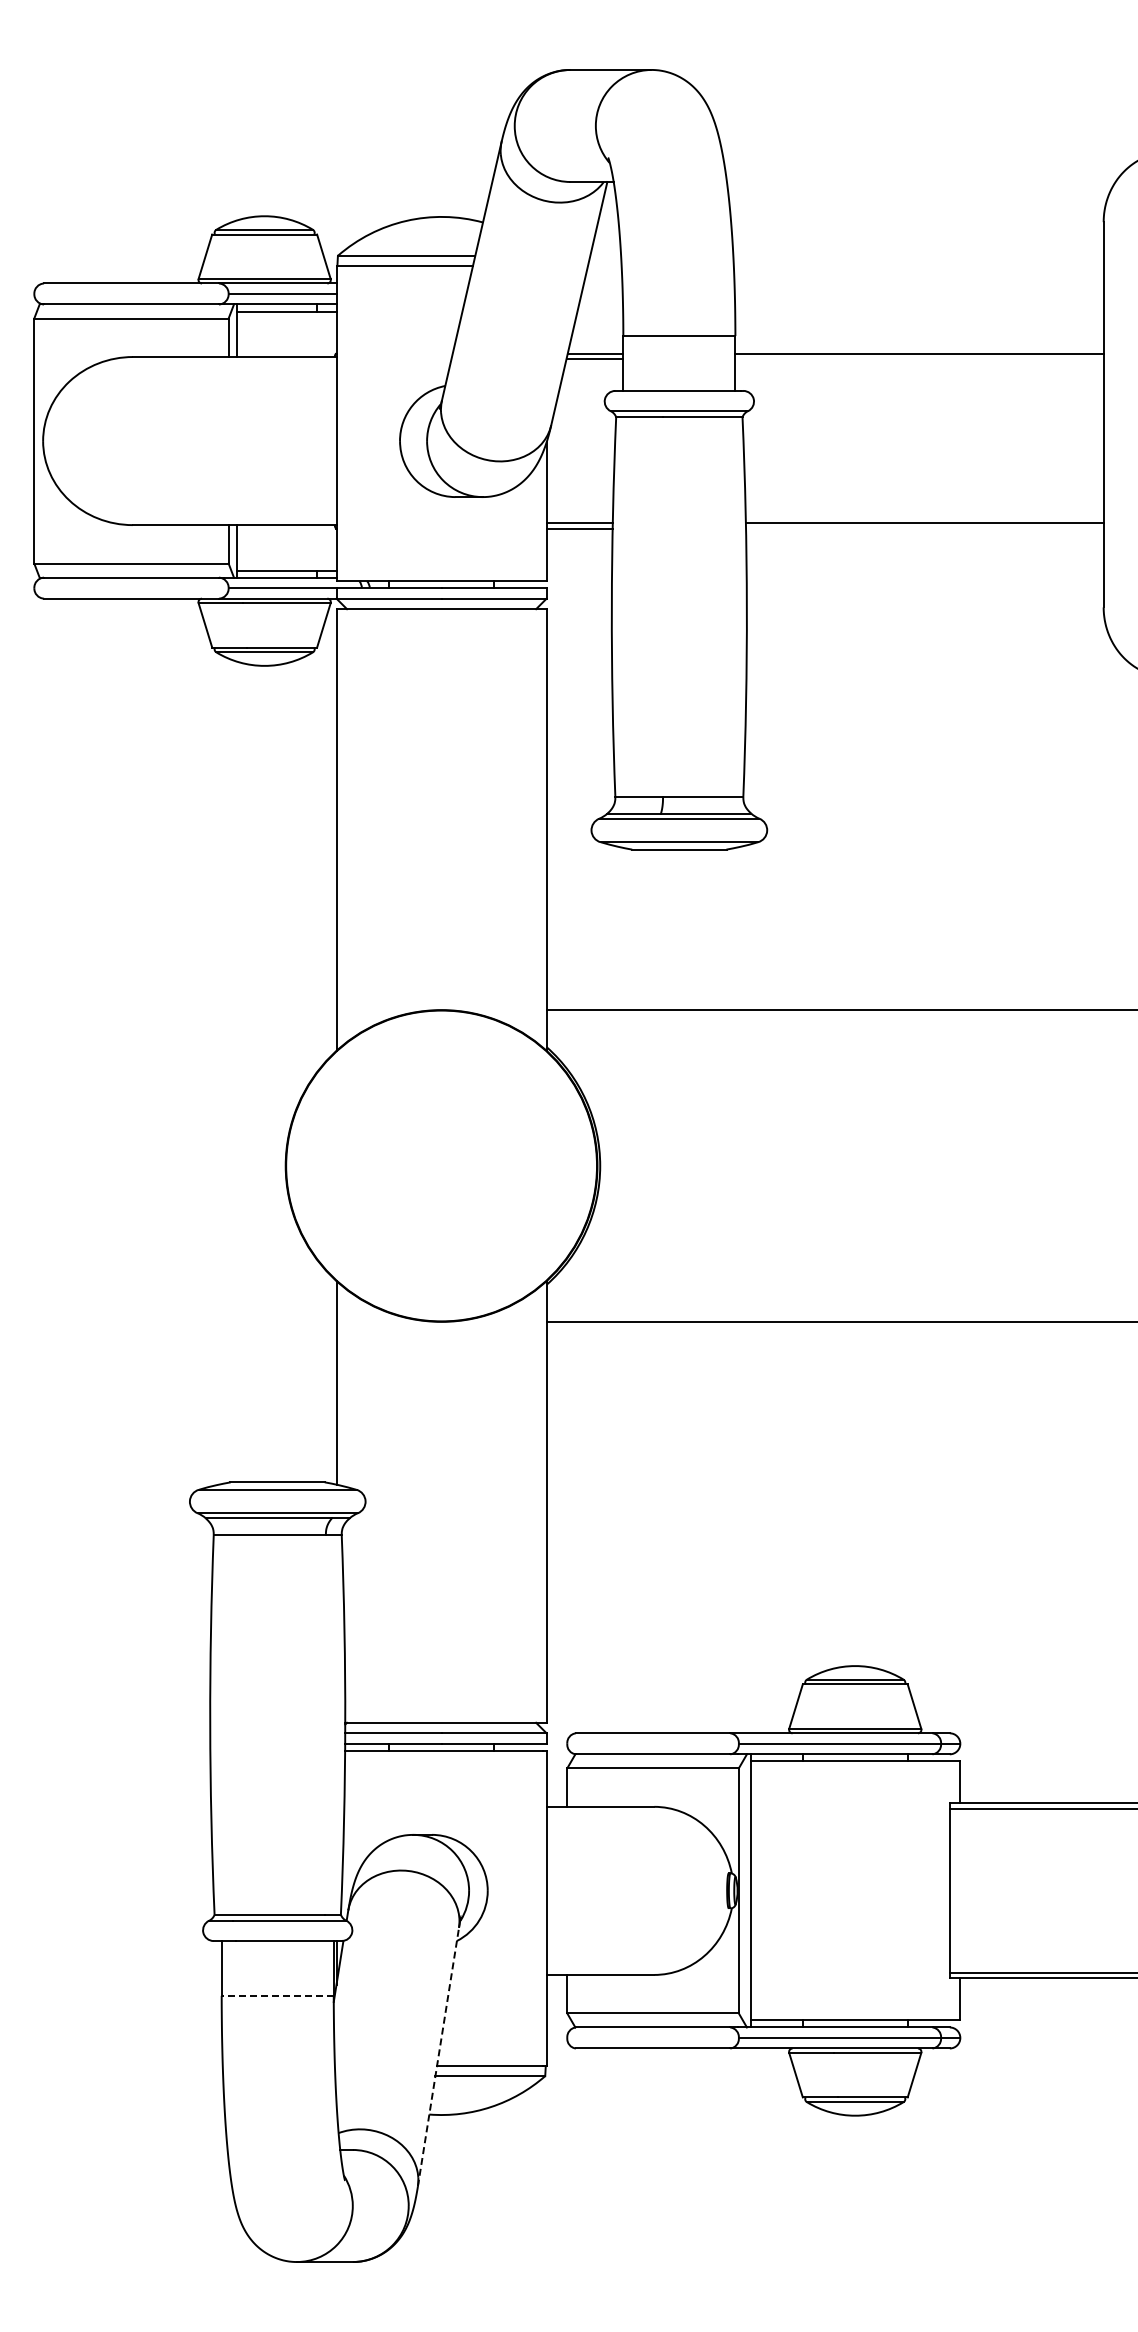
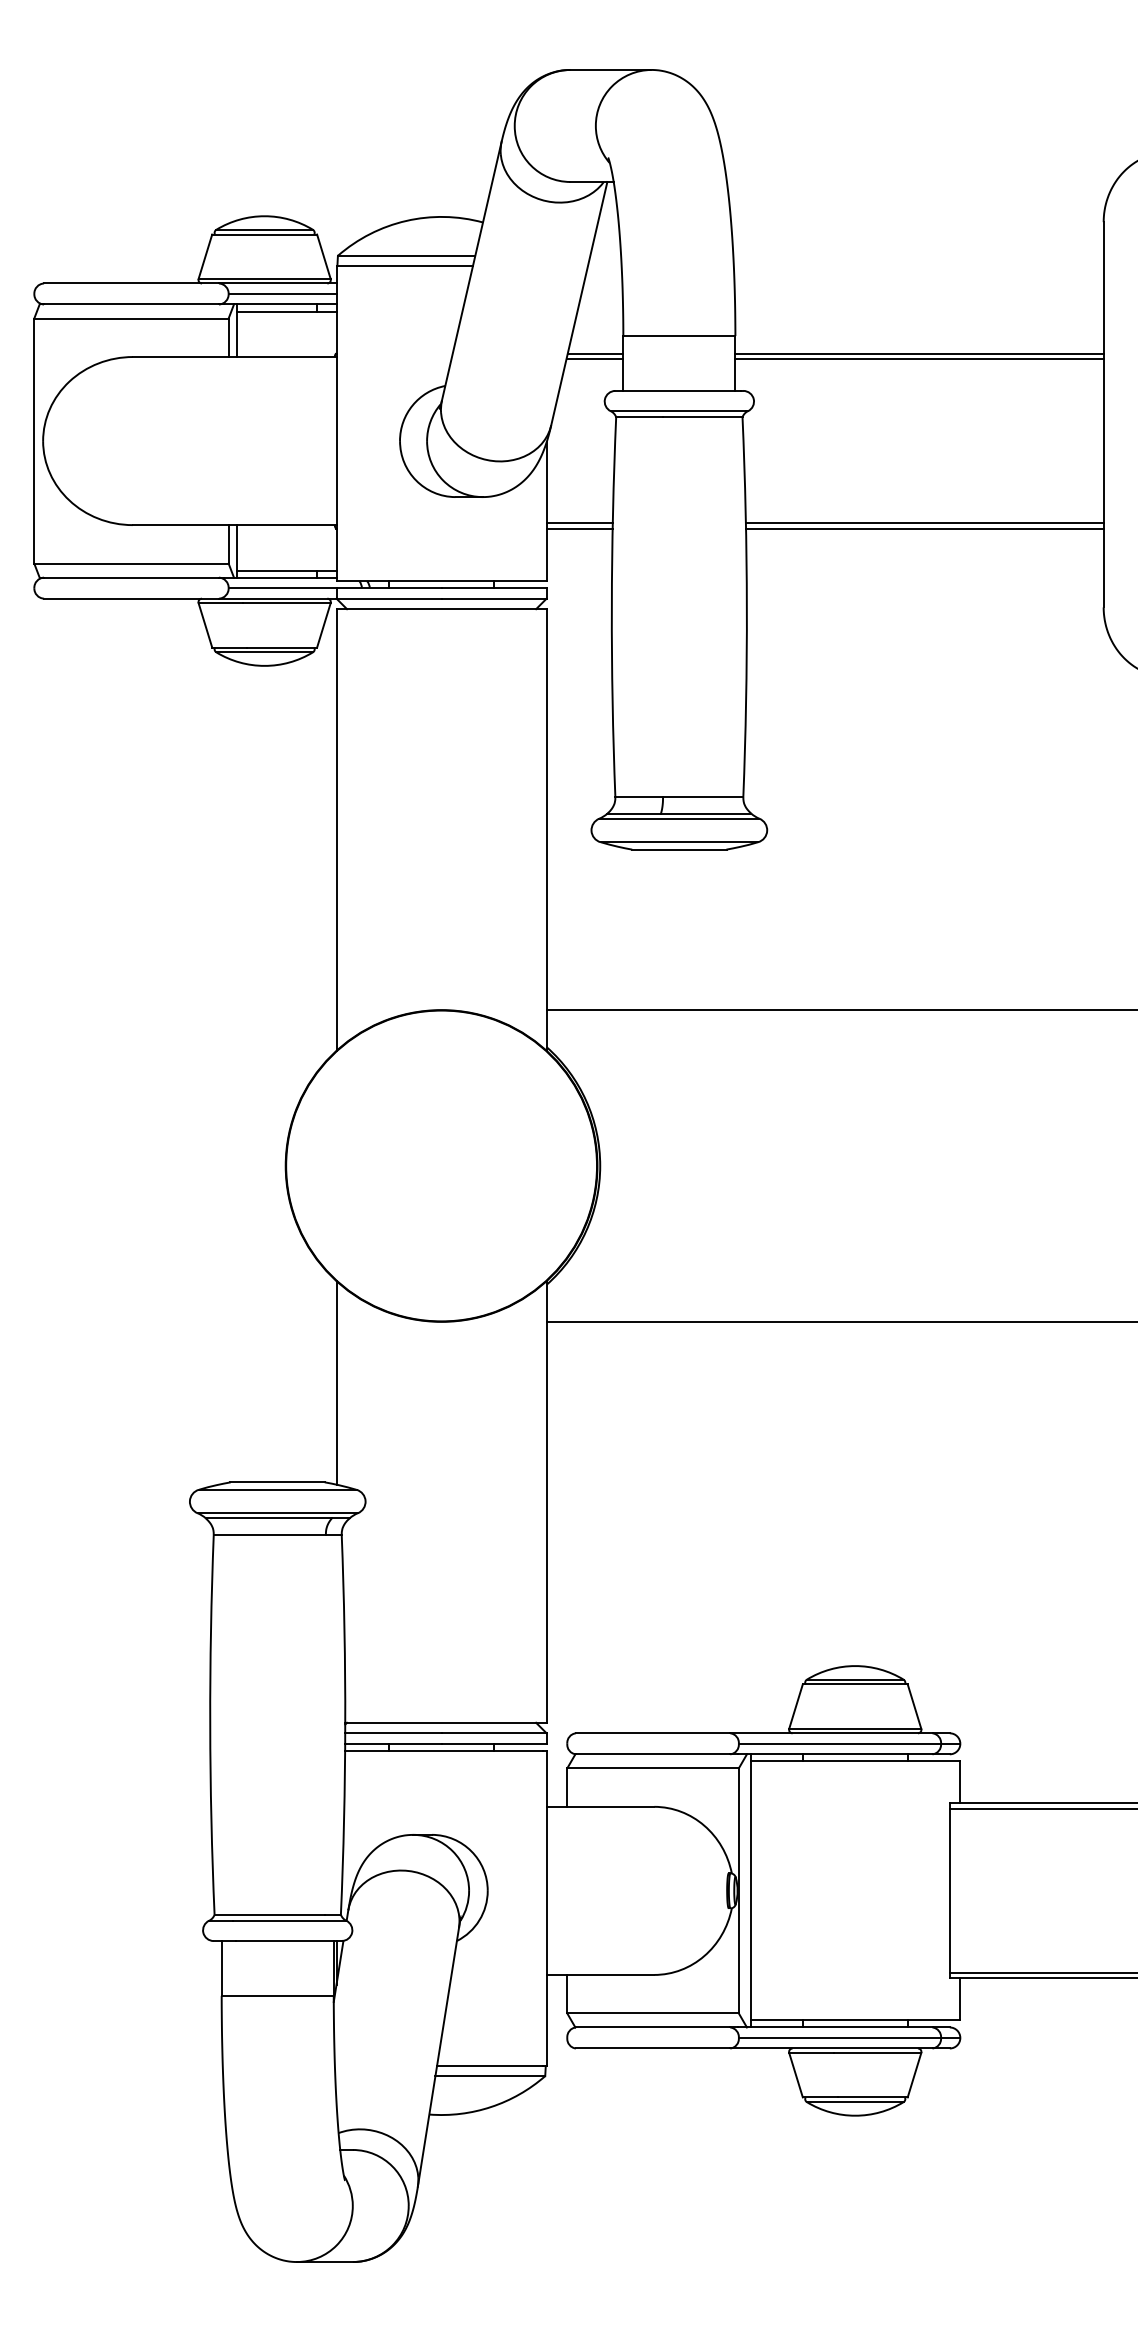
line at (919, 358): none -> present
line at (924, 528): none -> present
line at (277, 1995): dashed -> solid
line at (438, 2056): dashed -> solid
